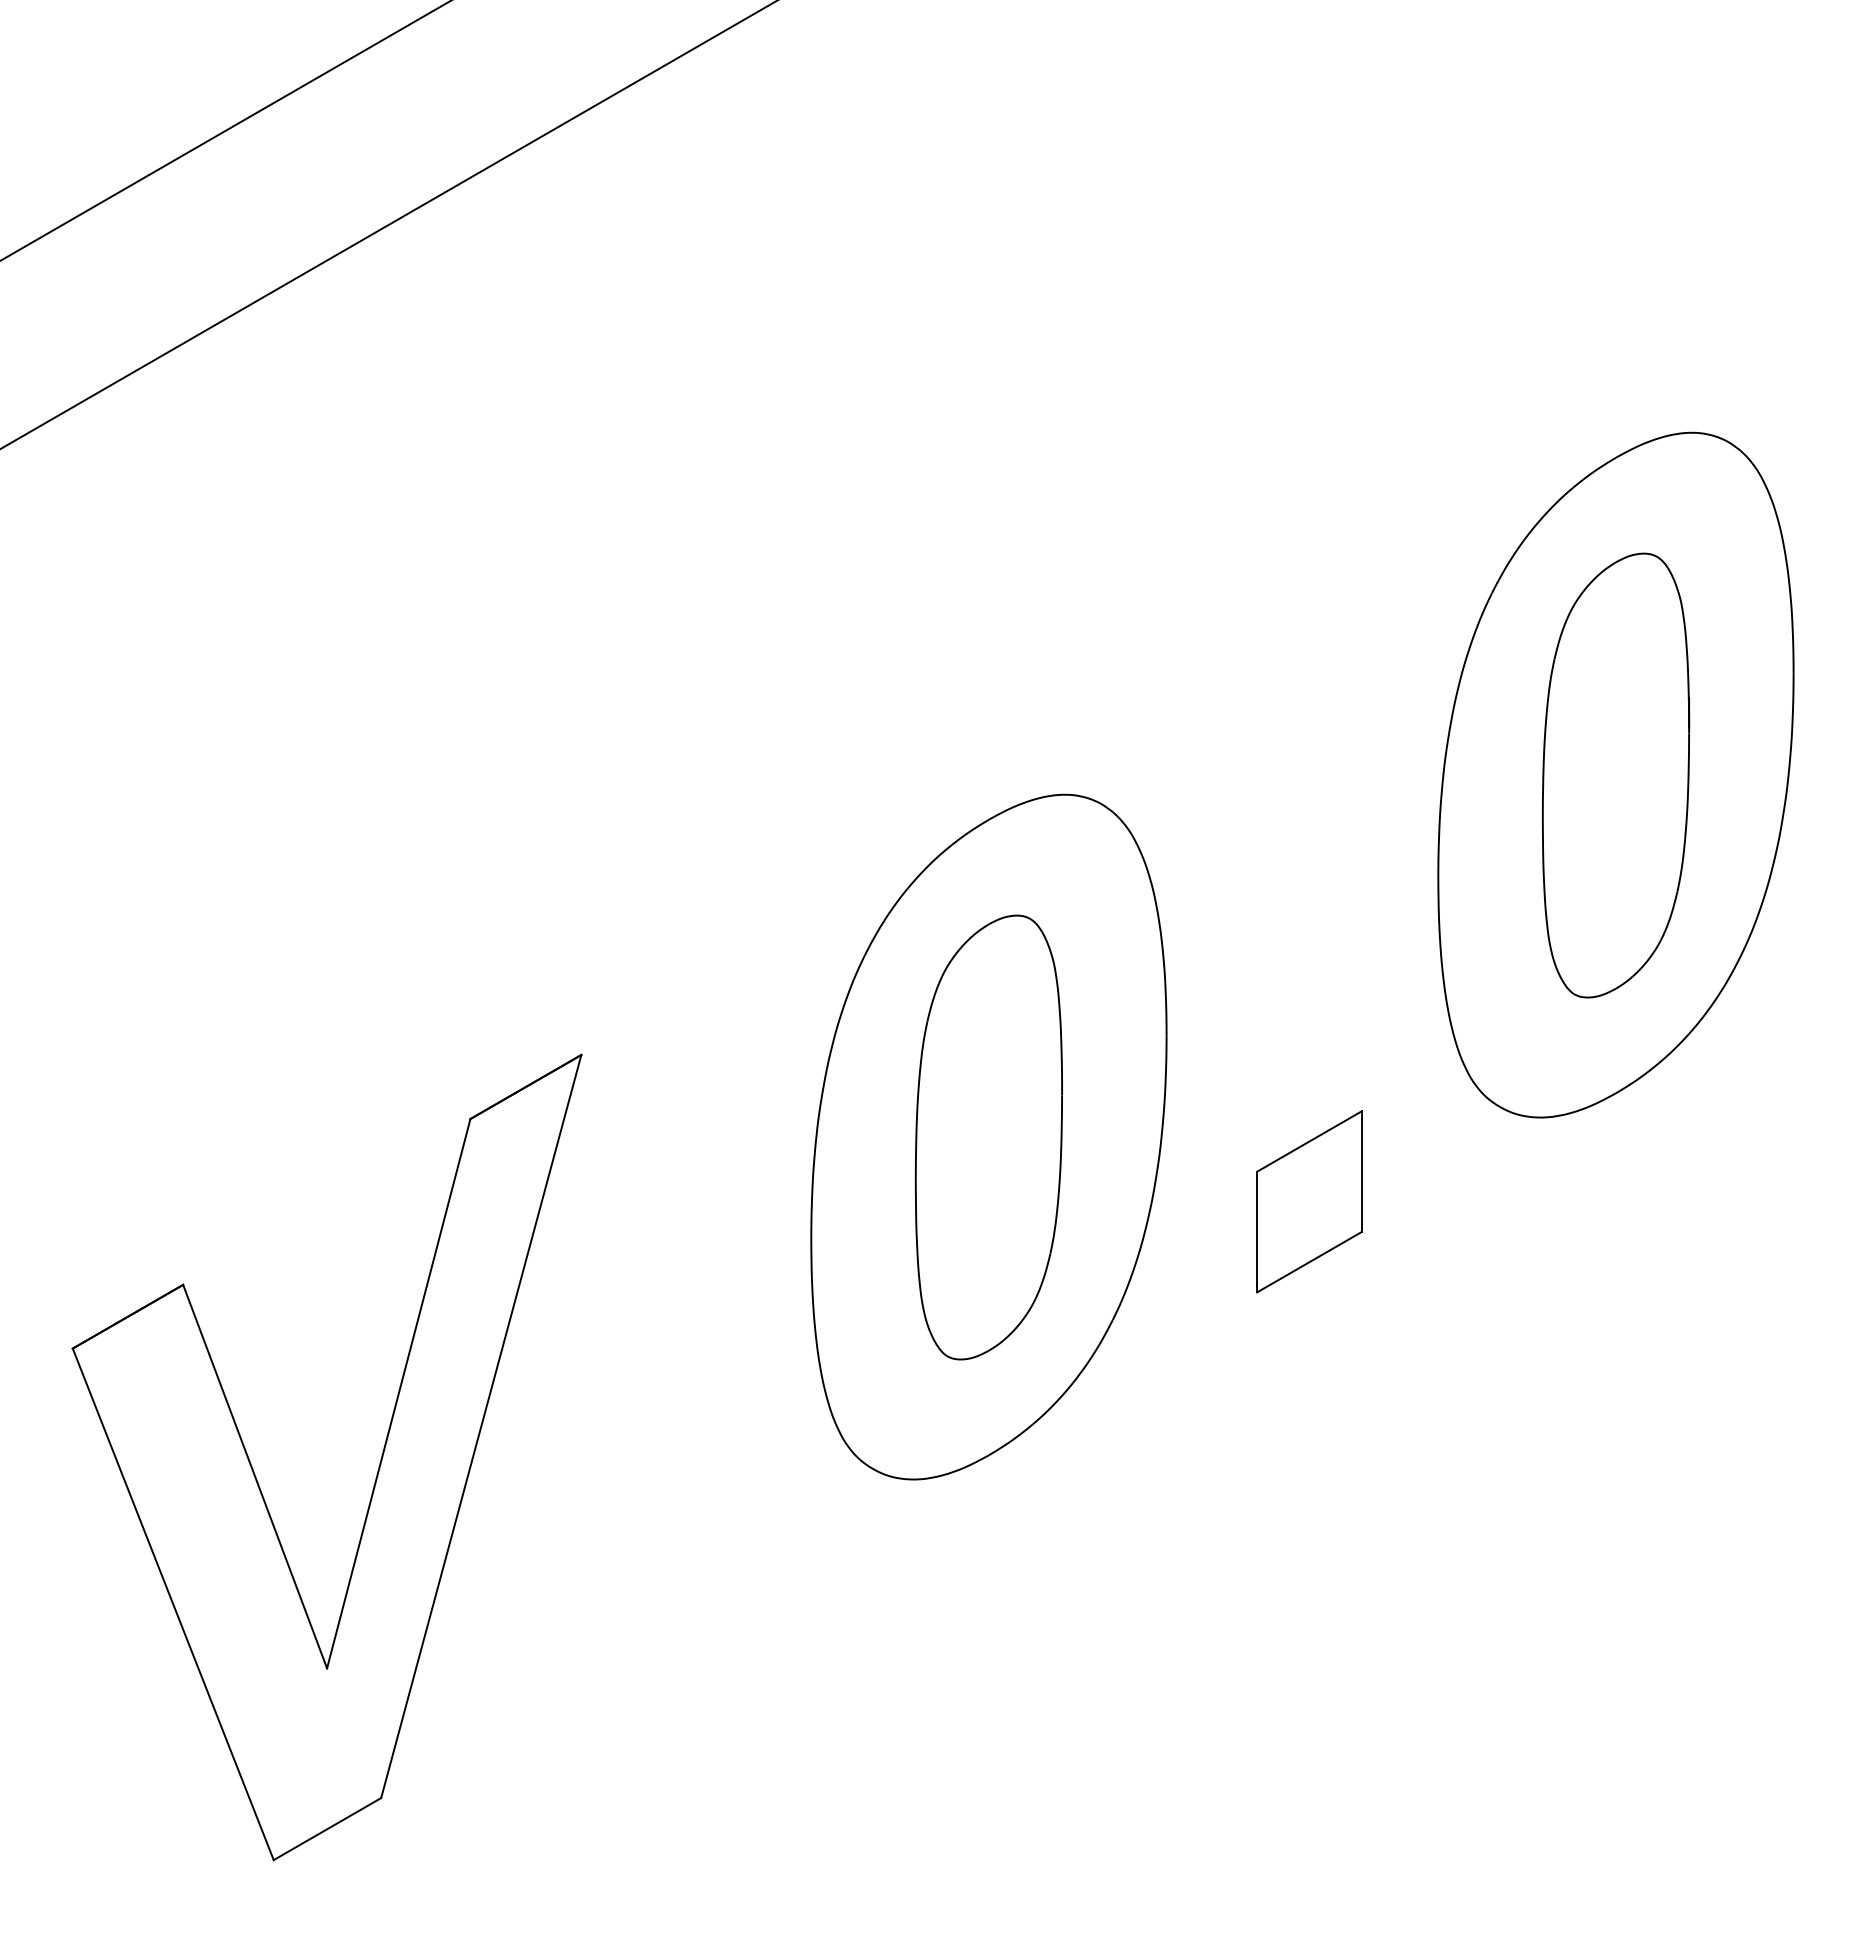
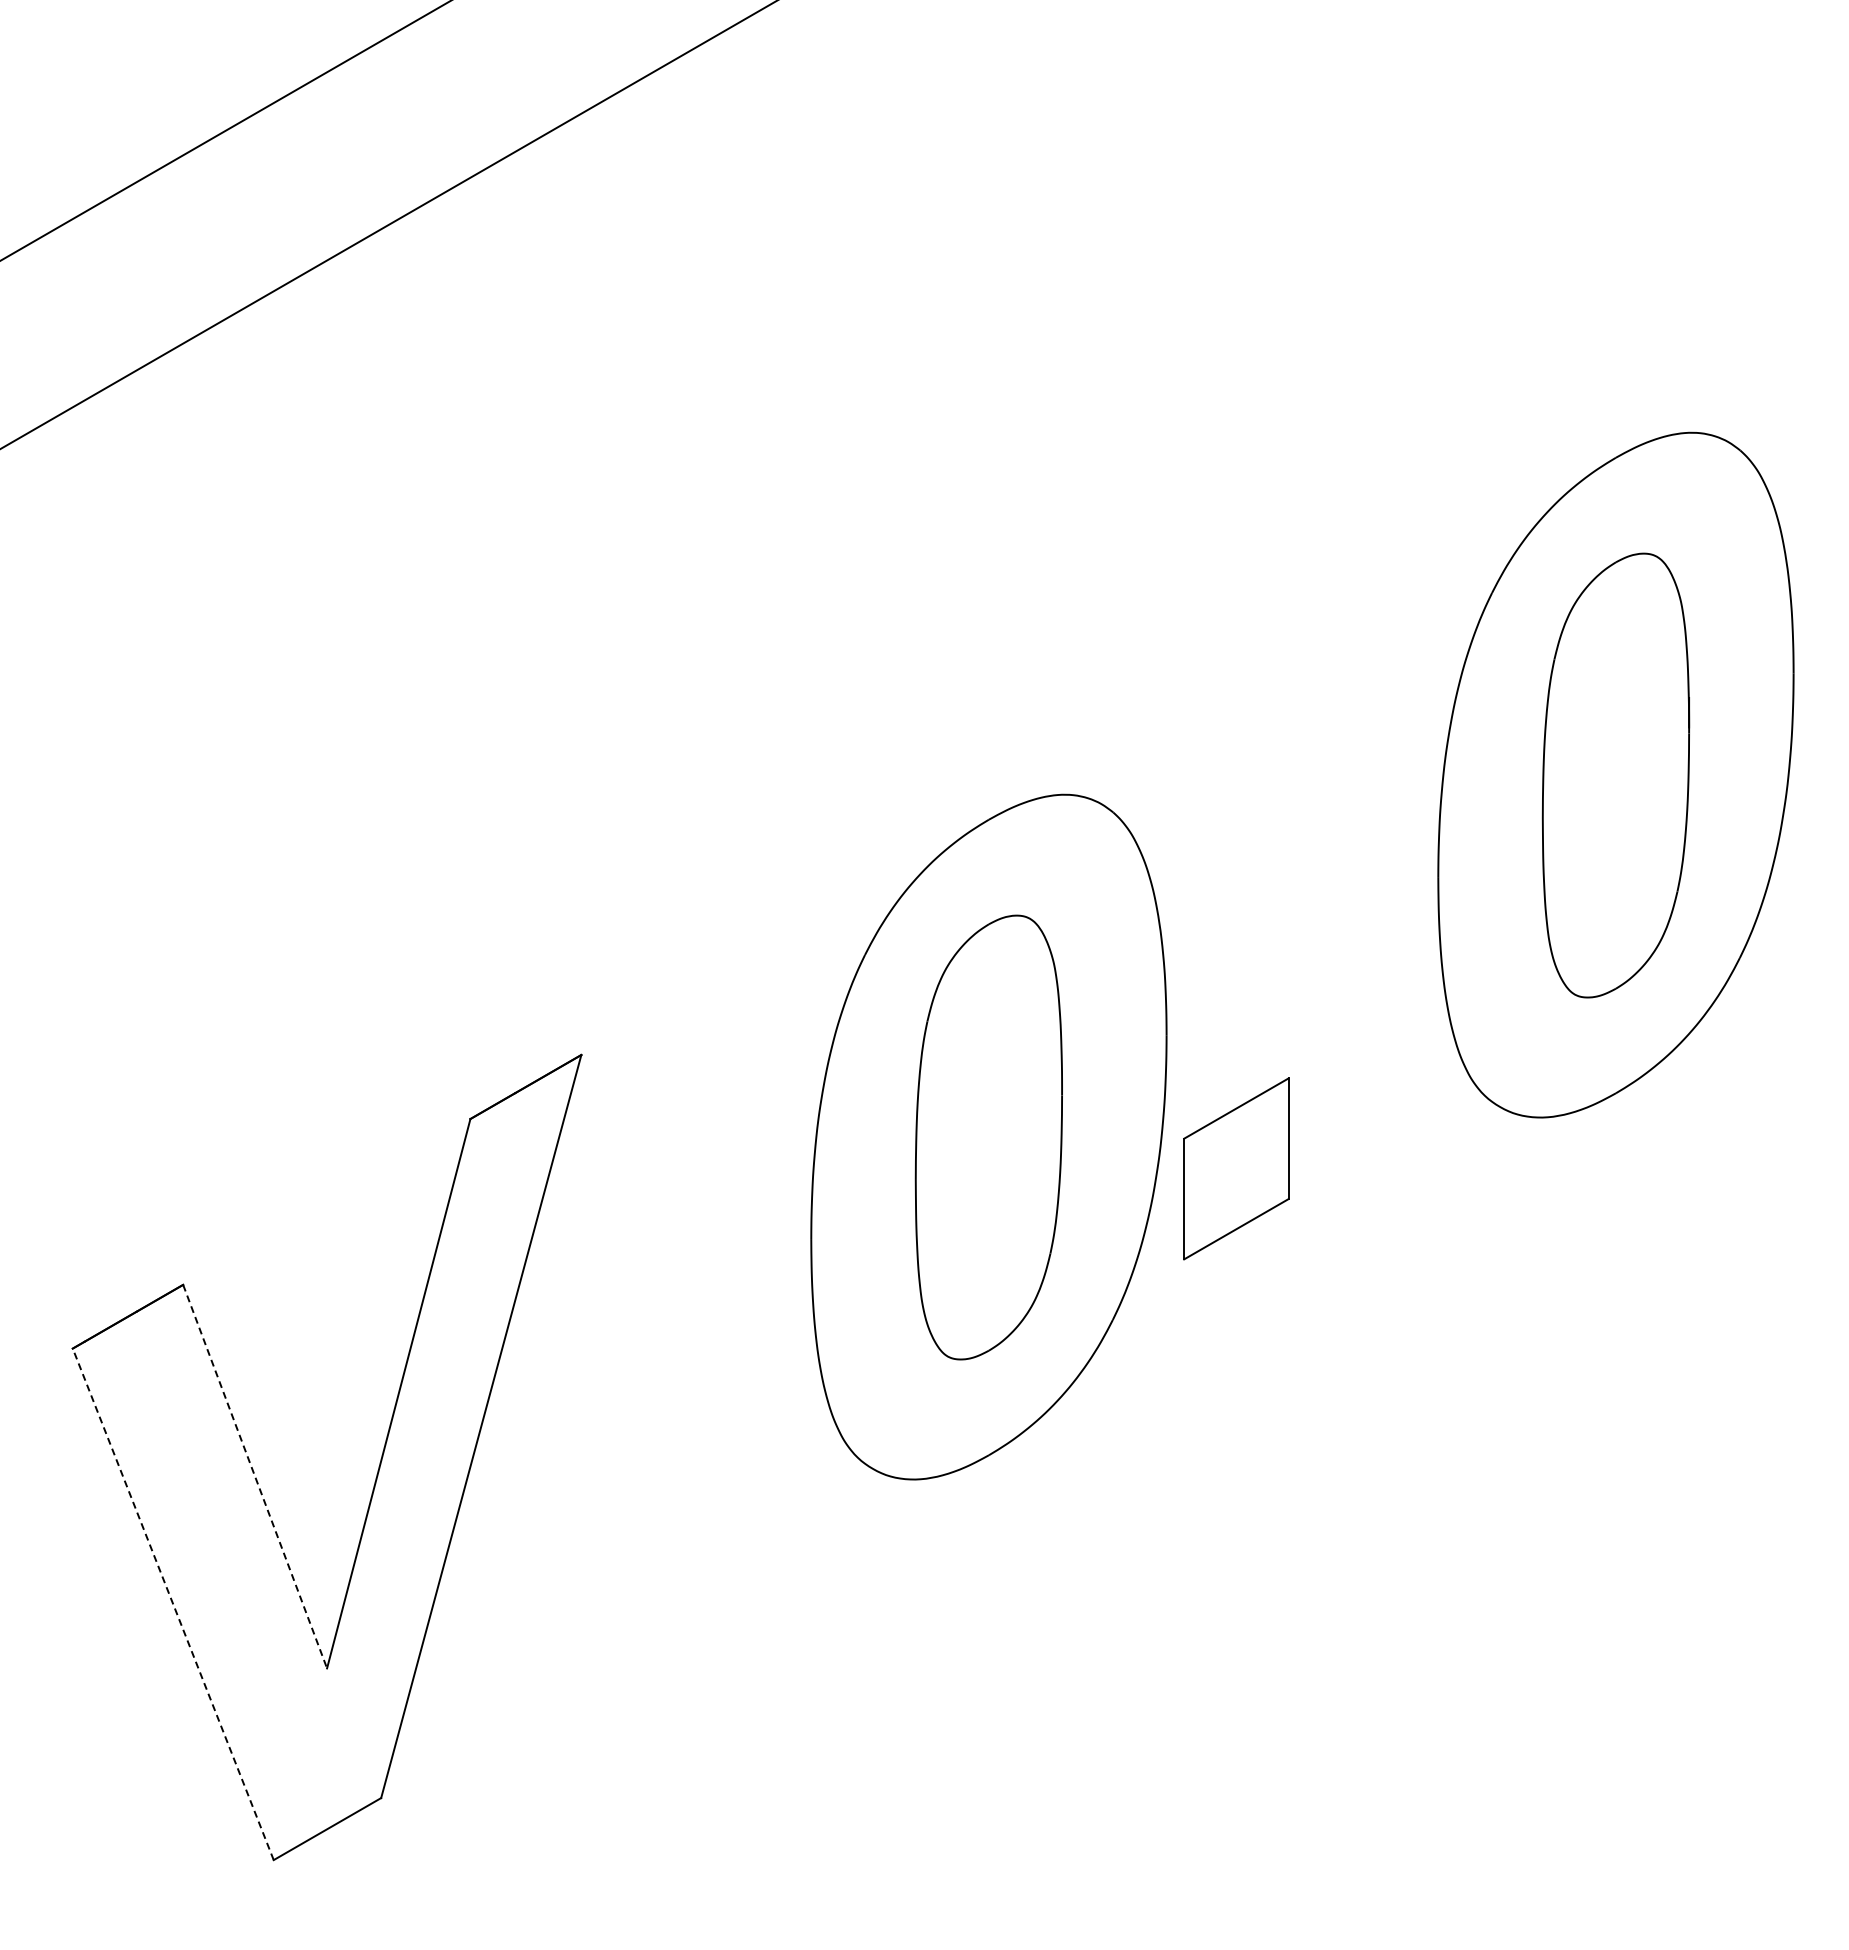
part at (1309, 1201) position: (1309, 1201) -> (1236, 1168)
line at (255, 1476): solid -> dashed
line at (173, 1604): solid -> dashed
